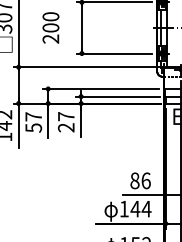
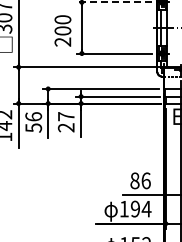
line at (114, 2): solid -> dashed
text at (50, 27) position: (50, 27) -> (62, 30)
text at (33, 116): 57 -> 56
text at (135, 208): 144 -> 194
